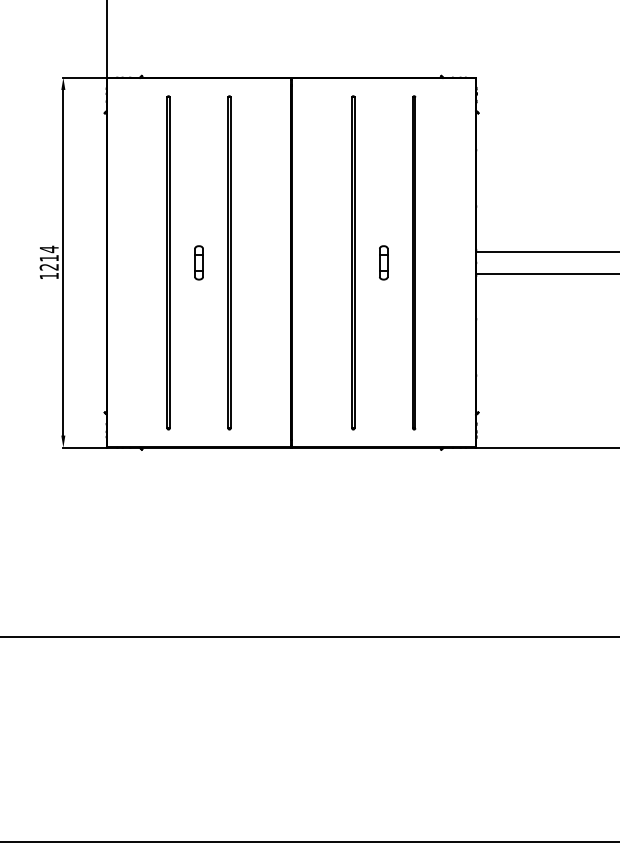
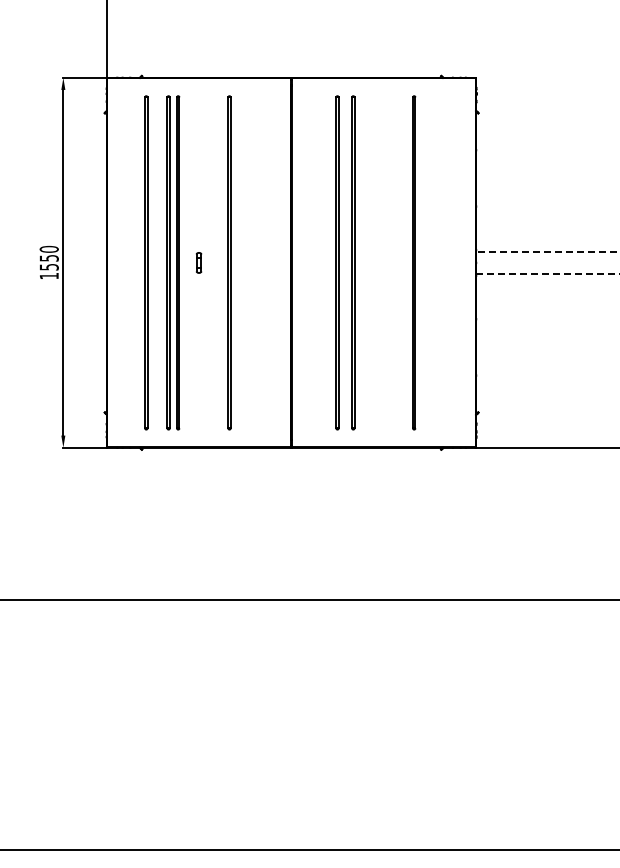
line at (547, 252): solid -> dashed
text at (48, 257): 1214 -> 1550
line at (145, 262): none -> present
line at (178, 262): none -> present
part at (198, 262) size: 10x36 px -> 7x22 px
line at (336, 262): none -> present
part at (383, 262): present -> none
line at (548, 273): solid -> dashed
line at (309, 637) position: (309, 637) -> (309, 600)
line at (309, 841) position: (309, 841) -> (309, 849)
